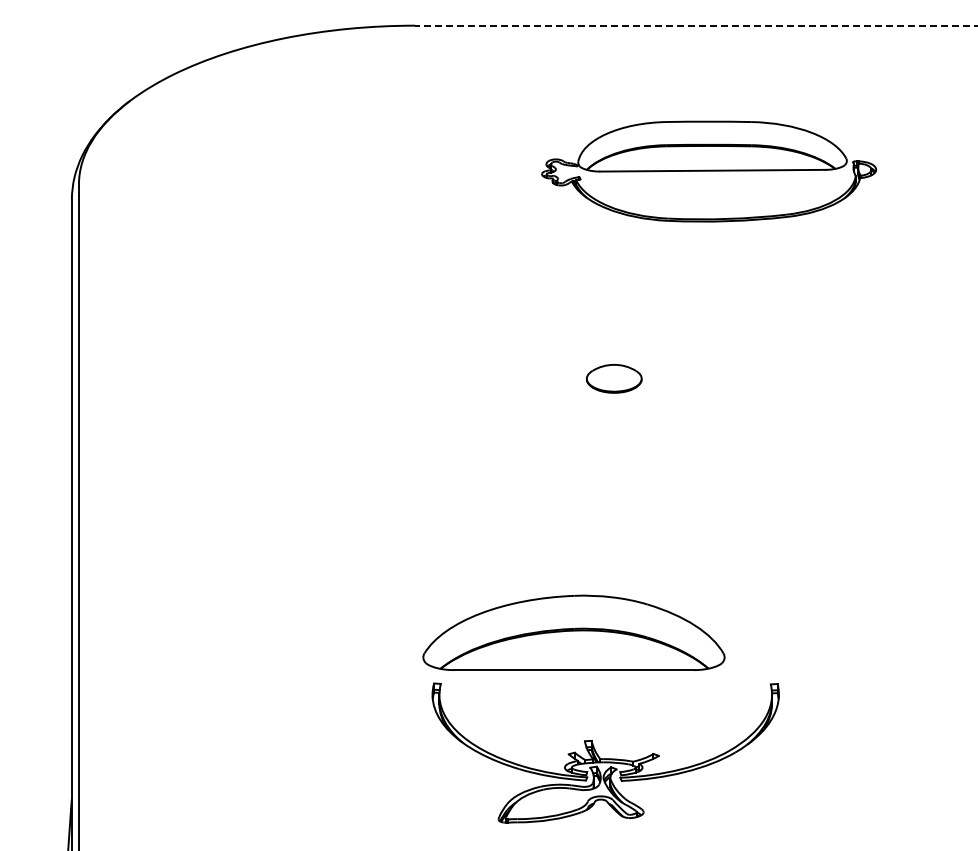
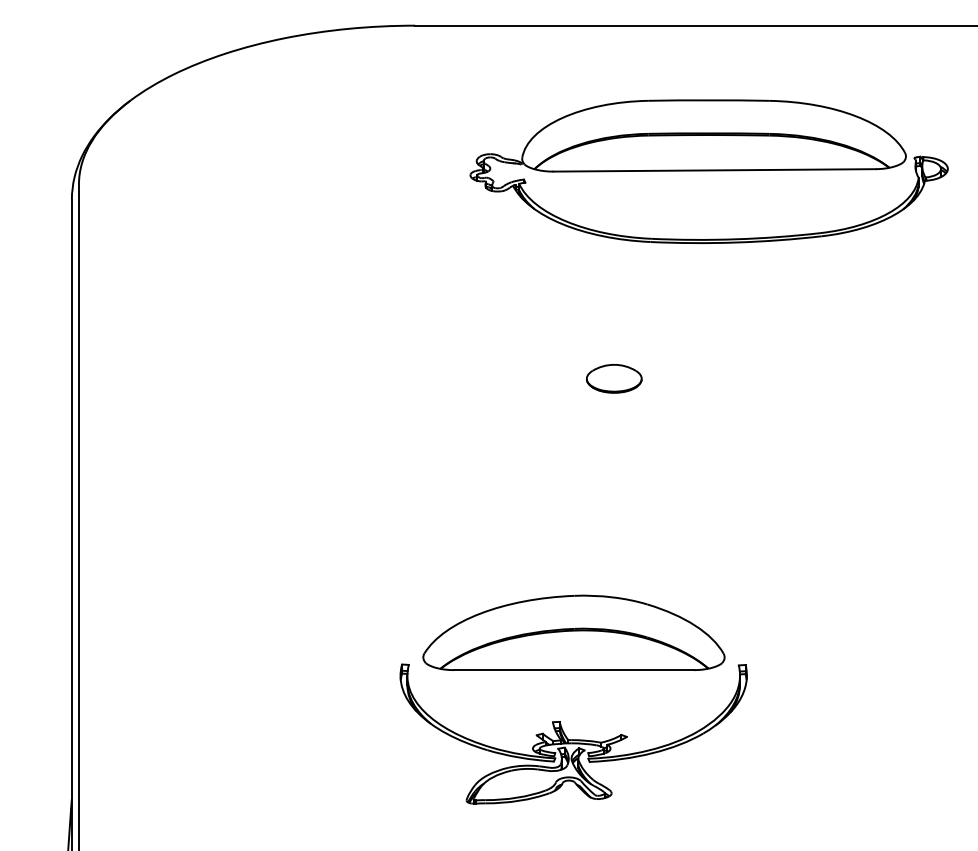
line at (696, 25): dashed -> solid
part at (709, 171) size: 337x103 px -> 480x145 px
part at (605, 752) position: (605, 752) -> (573, 733)
